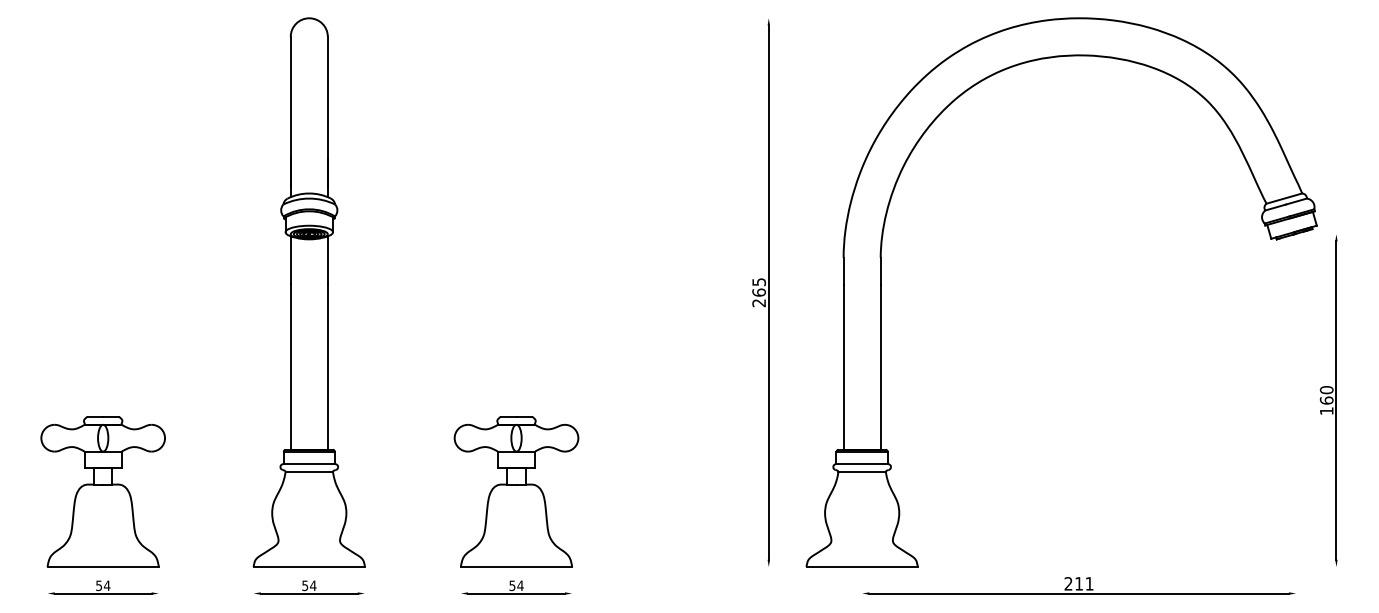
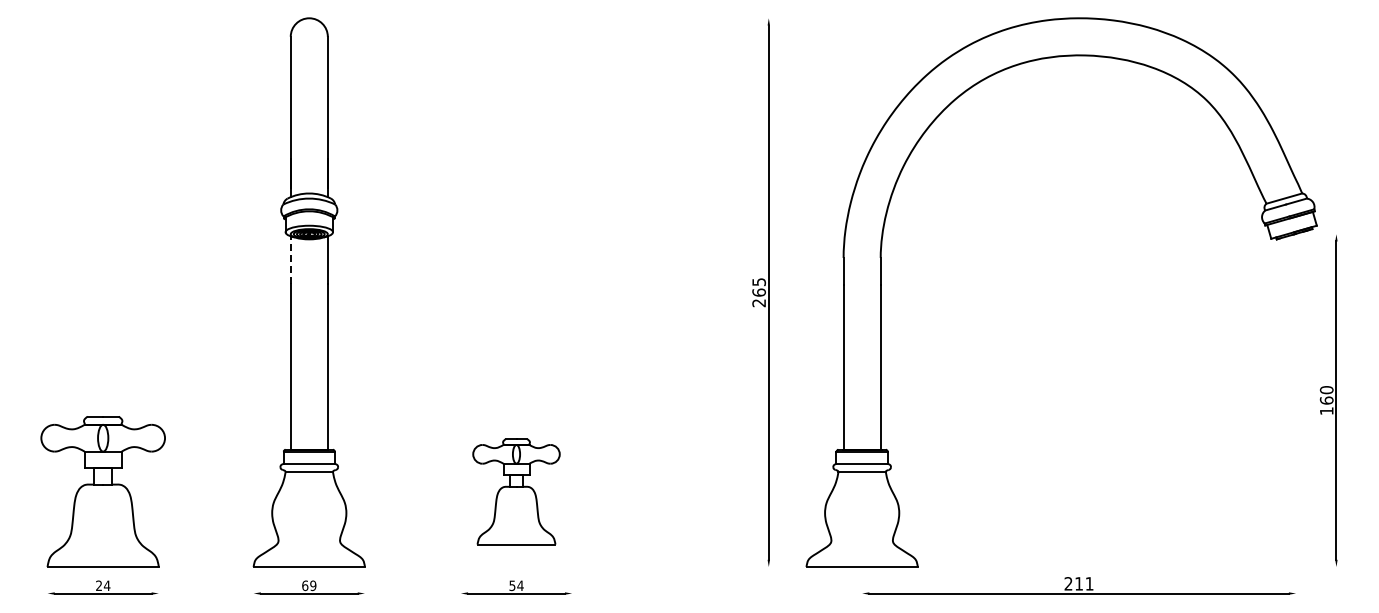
line at (290, 260): solid -> dashed
part at (516, 491) size: 127x152 px -> 89x108 px
text at (98, 585): 54 -> 24
text at (309, 585): 54 -> 69
